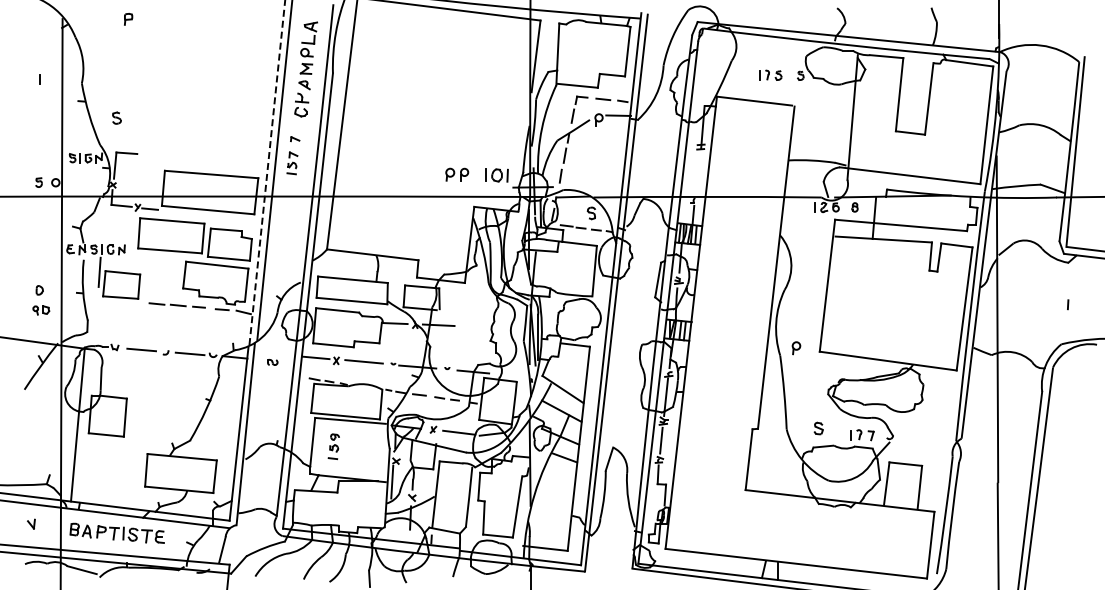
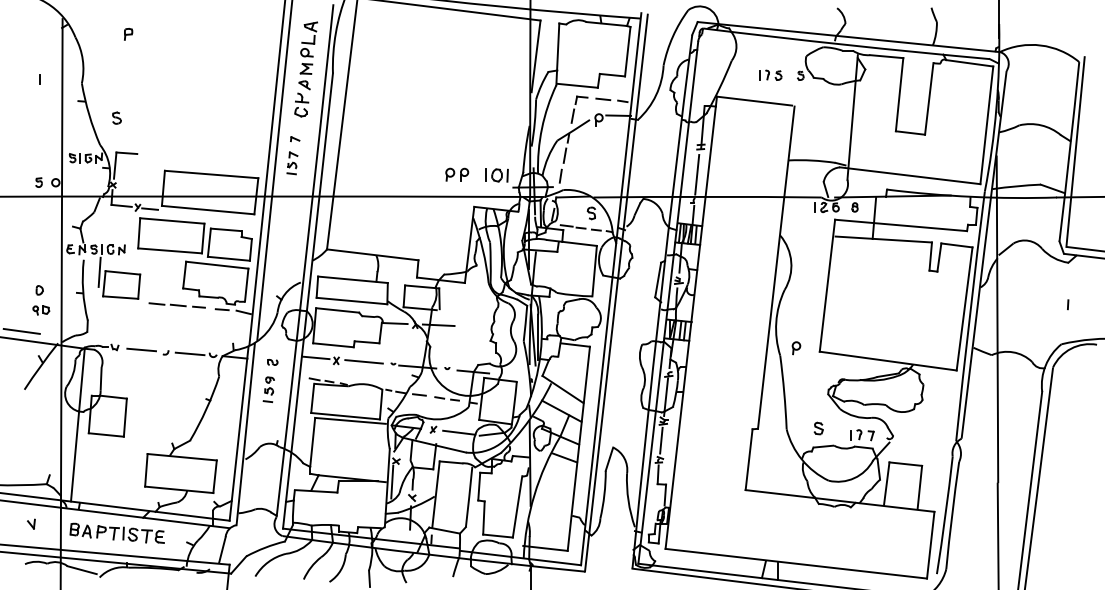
part at (128, 19) position: (128, 19) -> (128, 34)
line at (267, 173): dashed -> solid
line at (697, 174): none -> present
line at (21, 330): none -> present
part at (333, 446) position: (333, 446) -> (268, 389)
